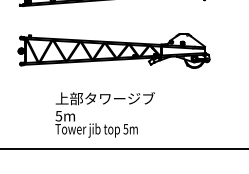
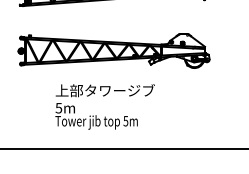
text at (104, 114) position: (104, 114) -> (104, 106)
